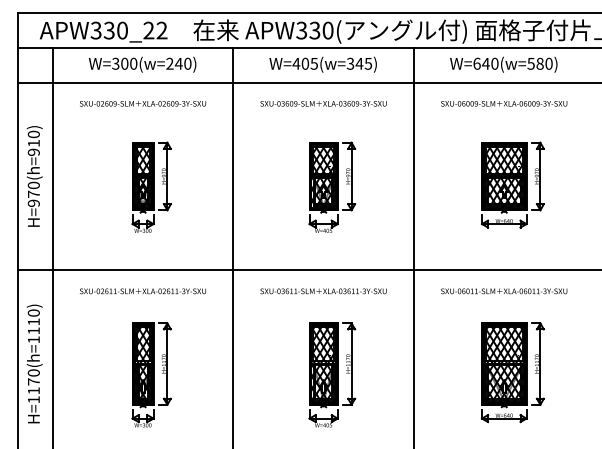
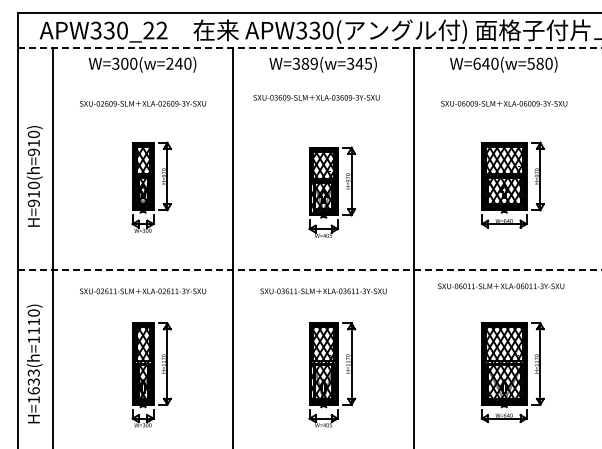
line at (309, 48): solid -> dashed
text at (304, 63): W=405(w=345) -> W=389(w=345)
line at (308, 82): present -> none
text at (323, 103) position: (323, 103) -> (316, 97)
part at (332, 186) position: (332, 186) -> (332, 191)
text at (33, 193): H=970(h=910) -> H=910(h=910)
line at (309, 270): solid -> dashed
text at (504, 291) position: (504, 291) -> (501, 286)
text at (33, 381): H=1170(h=1110) -> H=1633(h=1110)
